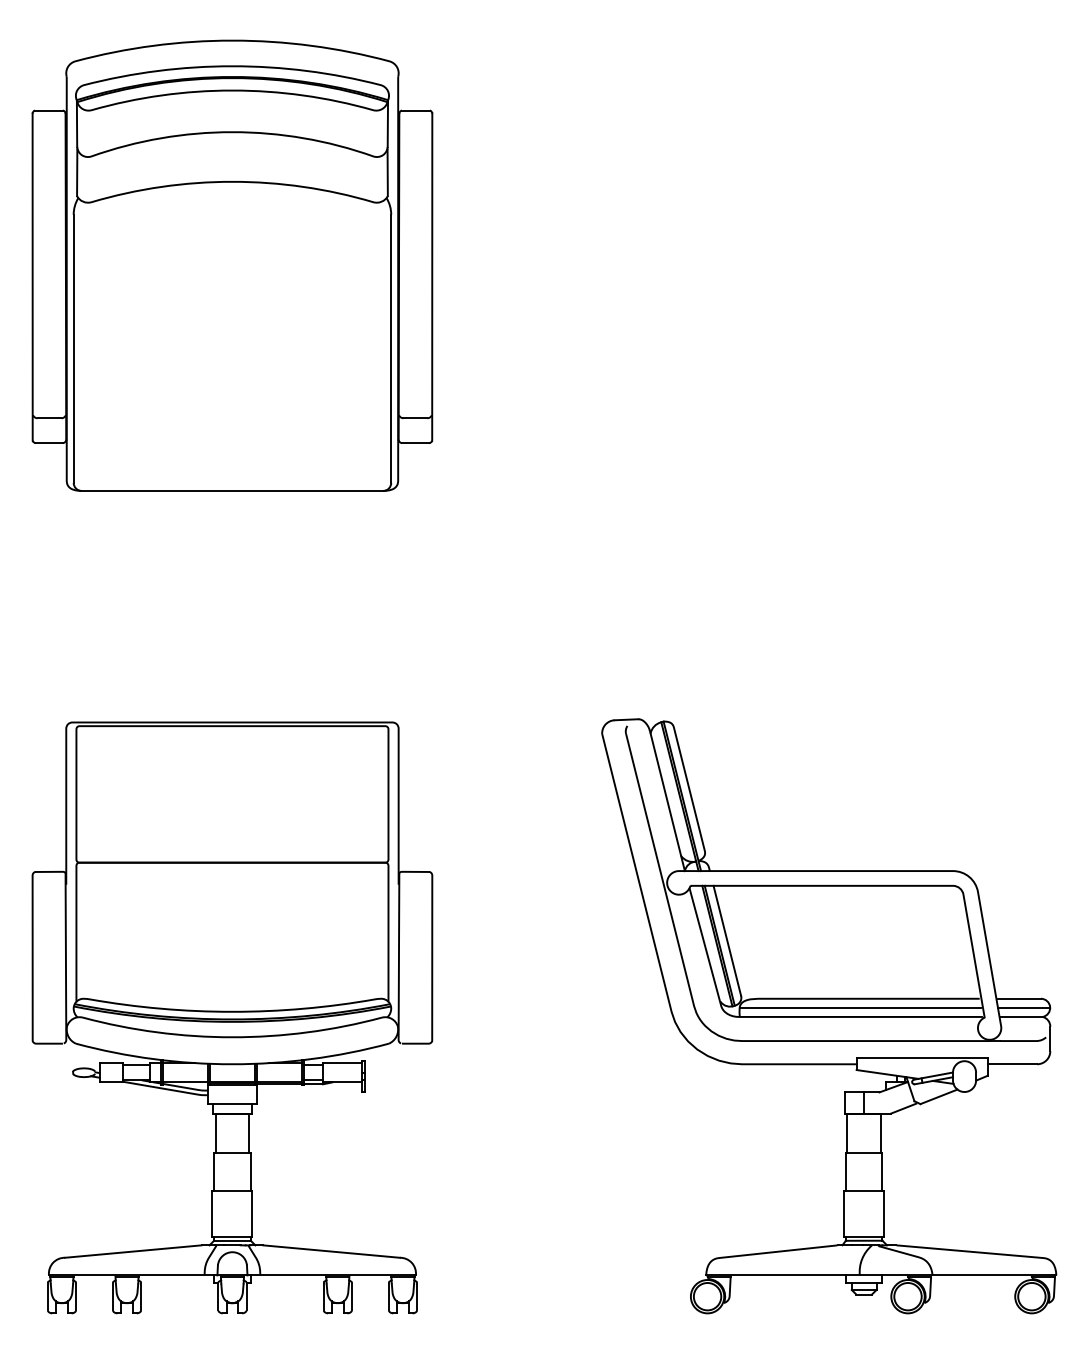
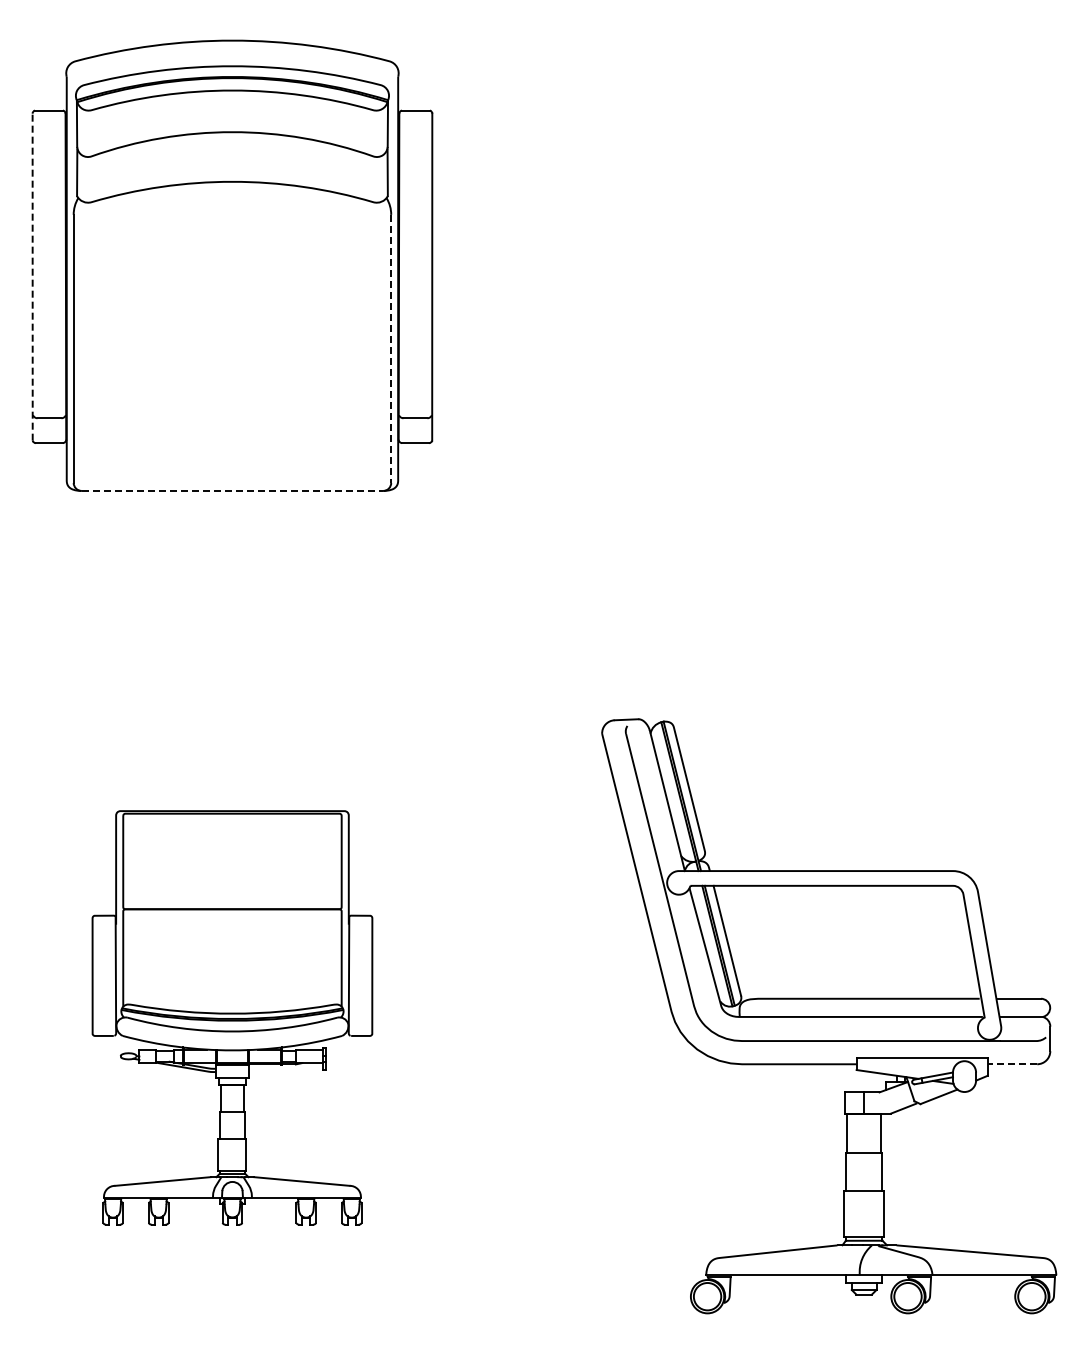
line at (32, 276): solid -> dashed
line at (391, 349): solid -> dashed
line at (232, 490): solid -> dashed
line at (860, 1008): present -> none
line at (1024, 1008): present -> none
part at (232, 1017) size: 403x594 px -> 283x416 px
line at (1012, 1064): solid -> dashed
